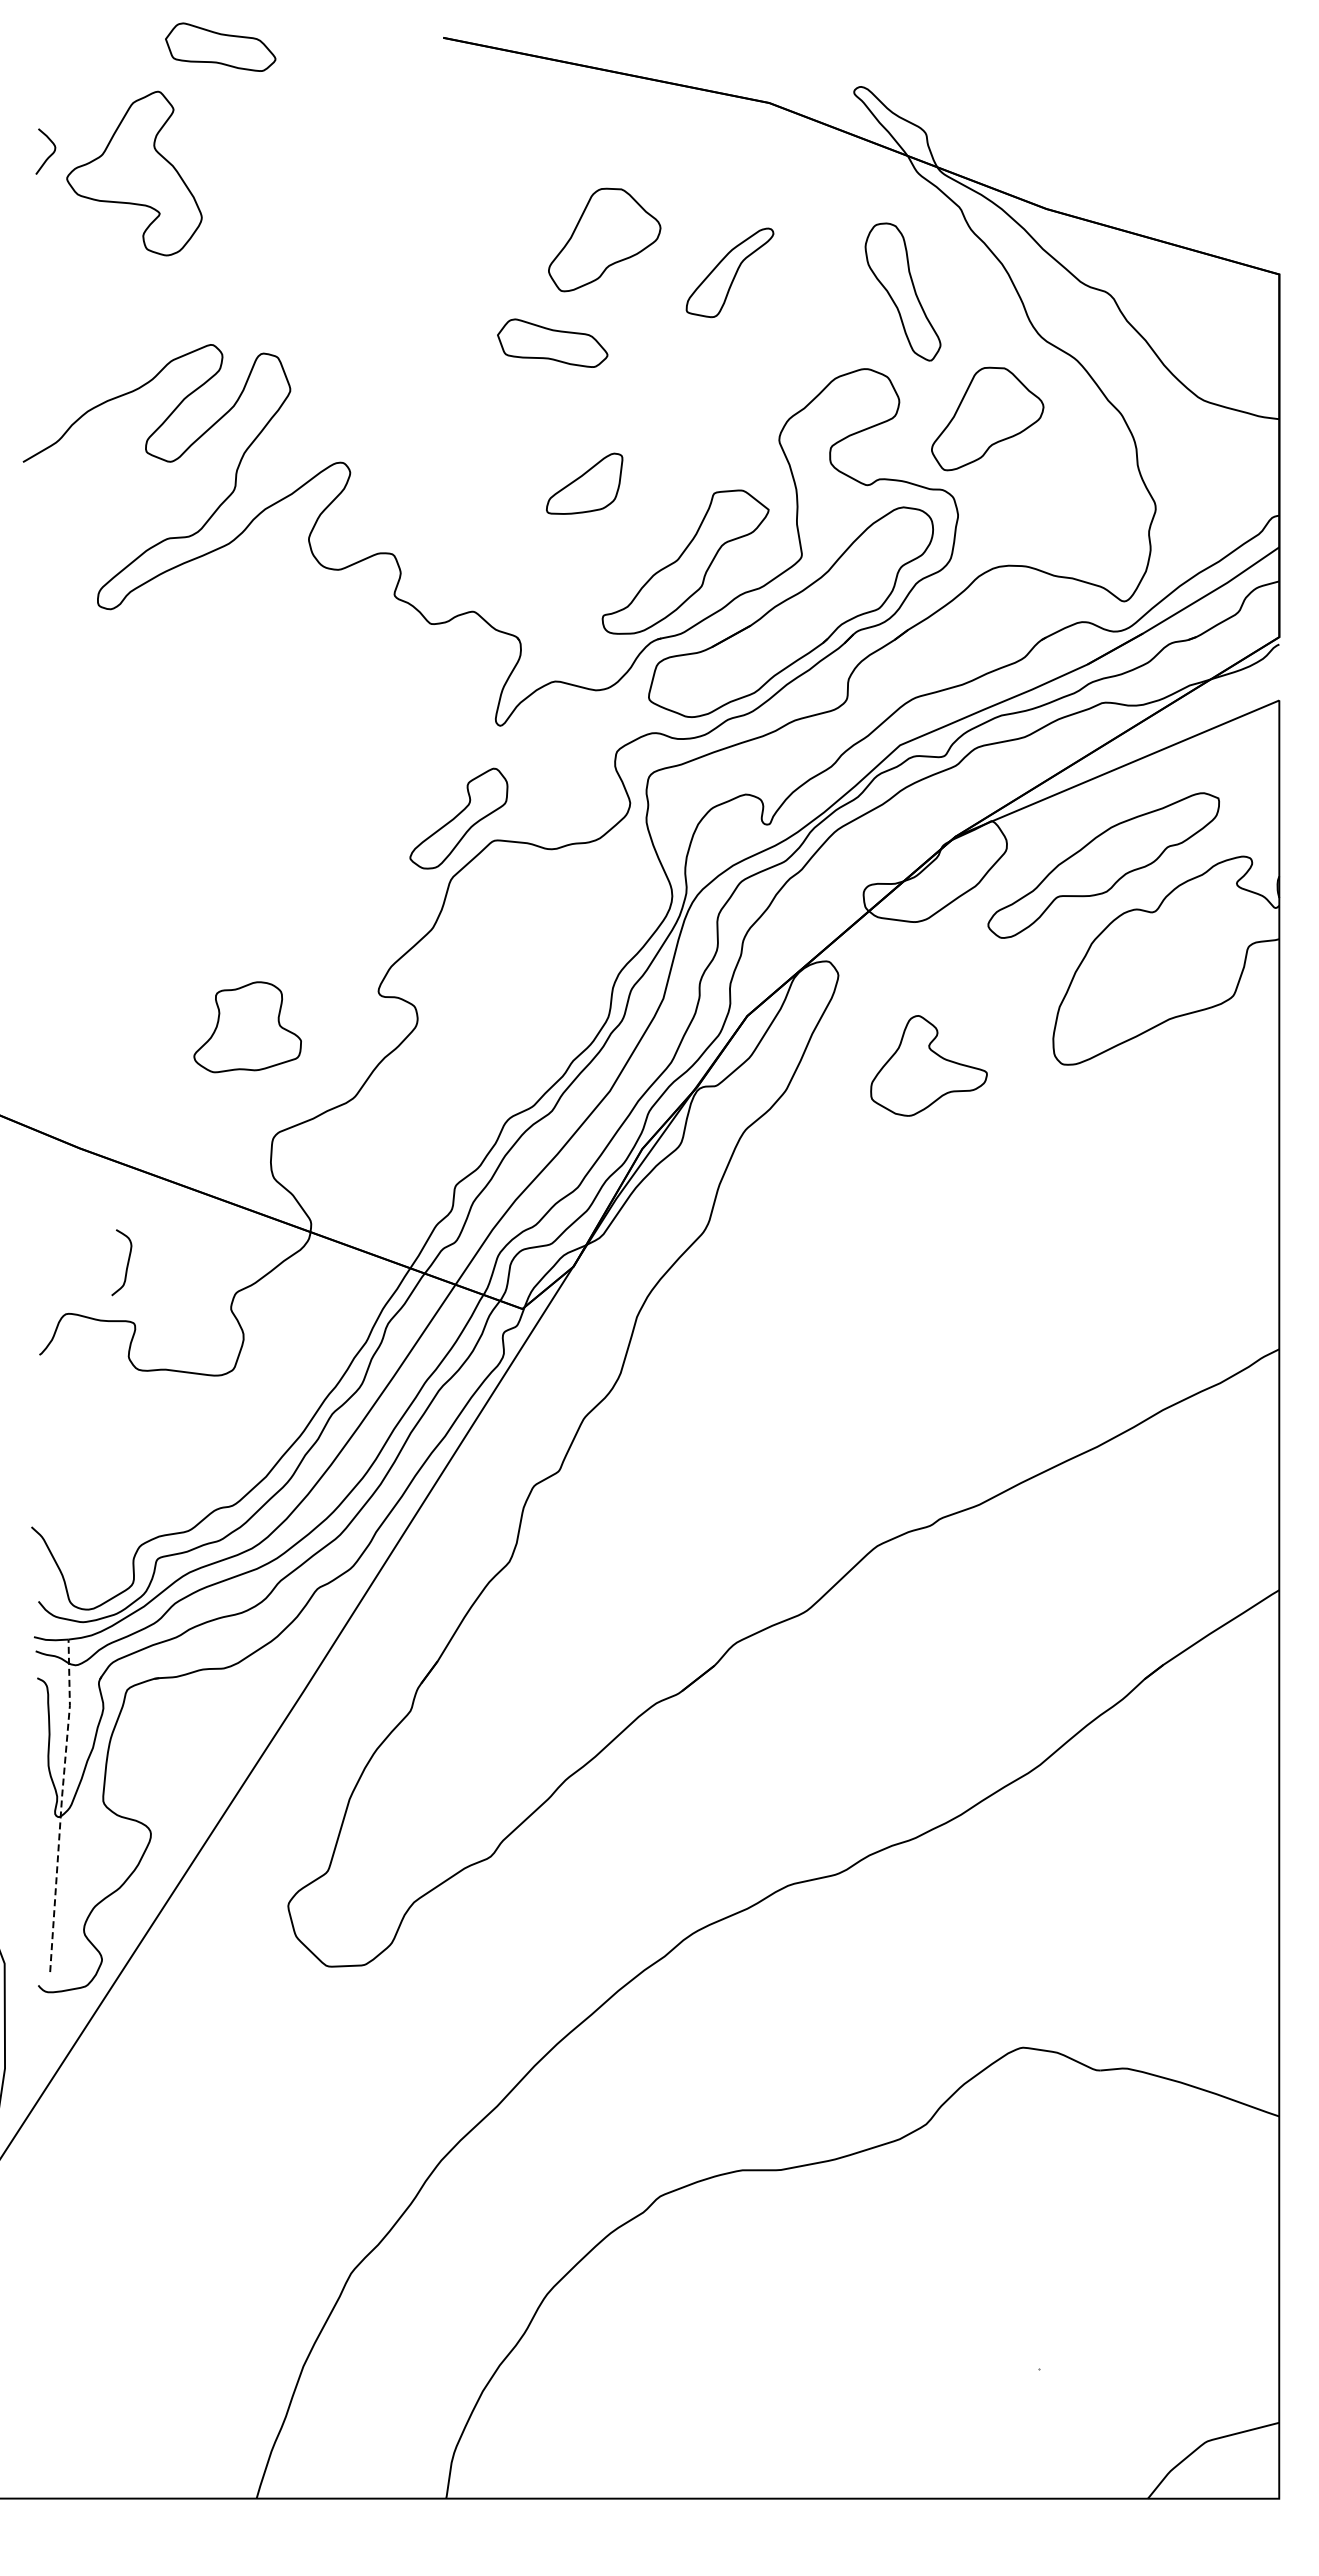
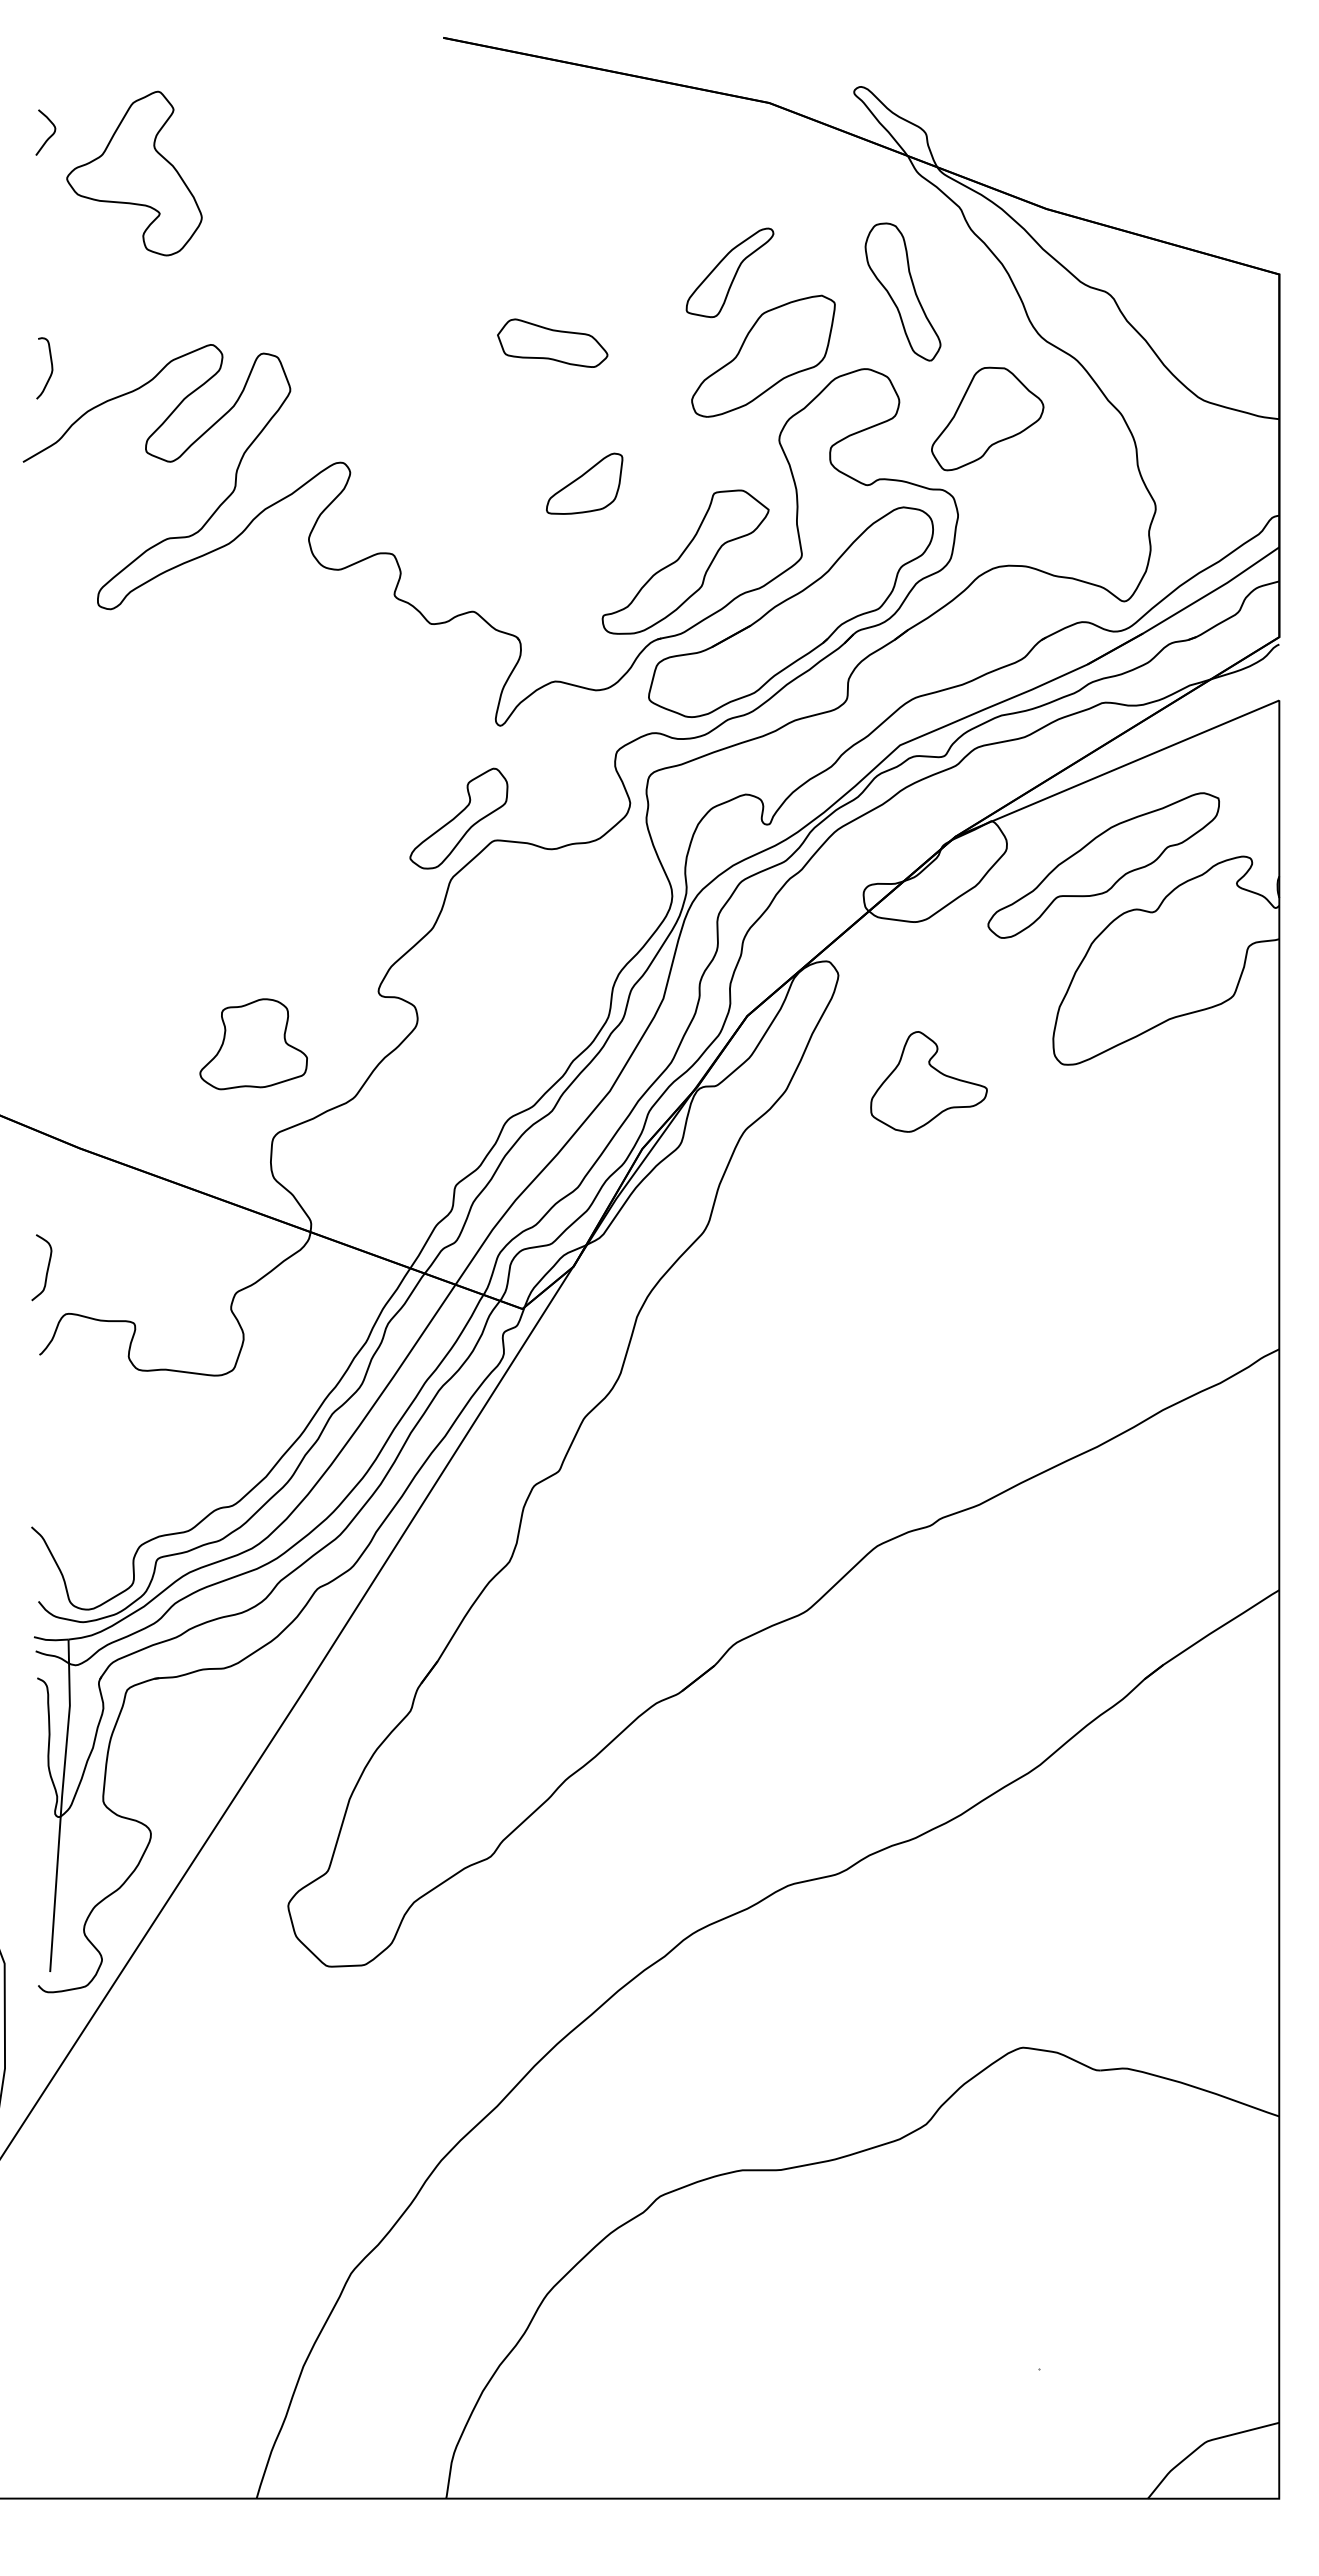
part at (220, 46): present -> none
curve at (49, 155) position: (49, 155) -> (49, 136)
part at (604, 239): present -> none
part at (763, 355): none -> present
curve at (51, 368): none -> present
part at (247, 1027) position: (247, 1027) -> (253, 1044)
part at (928, 1065) position: (928, 1065) -> (928, 1081)
curve at (126, 1265) position: (126, 1265) -> (46, 1270)
line at (61, 1804): dashed -> solid
